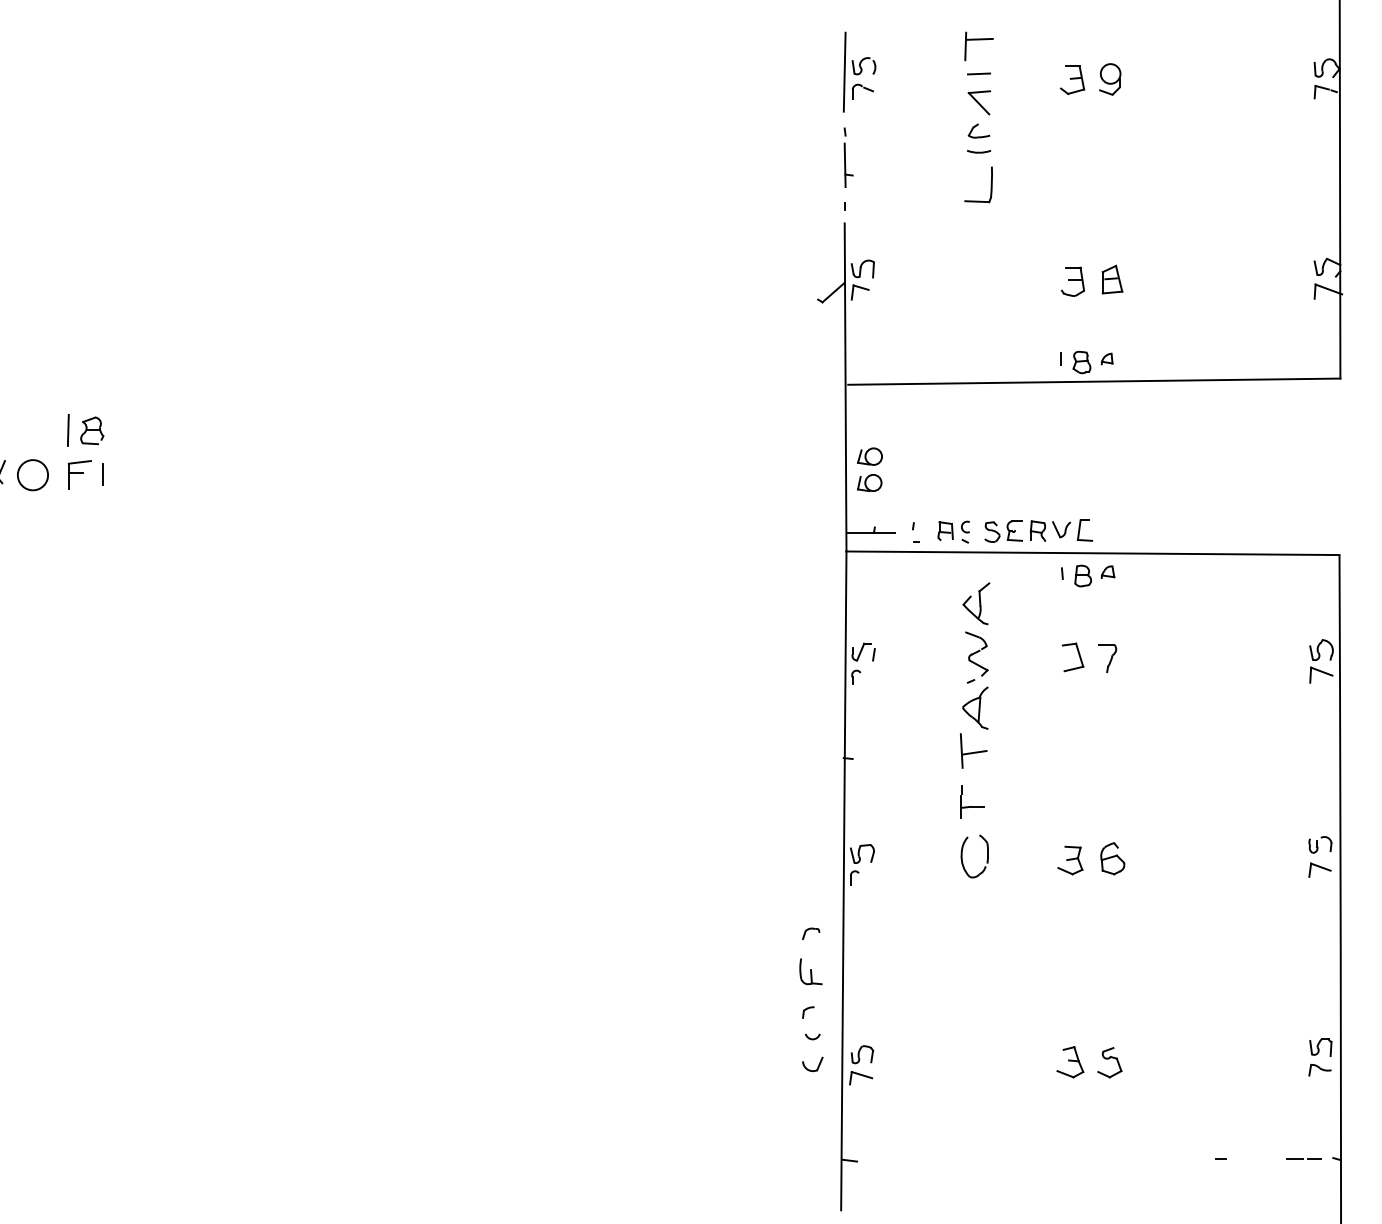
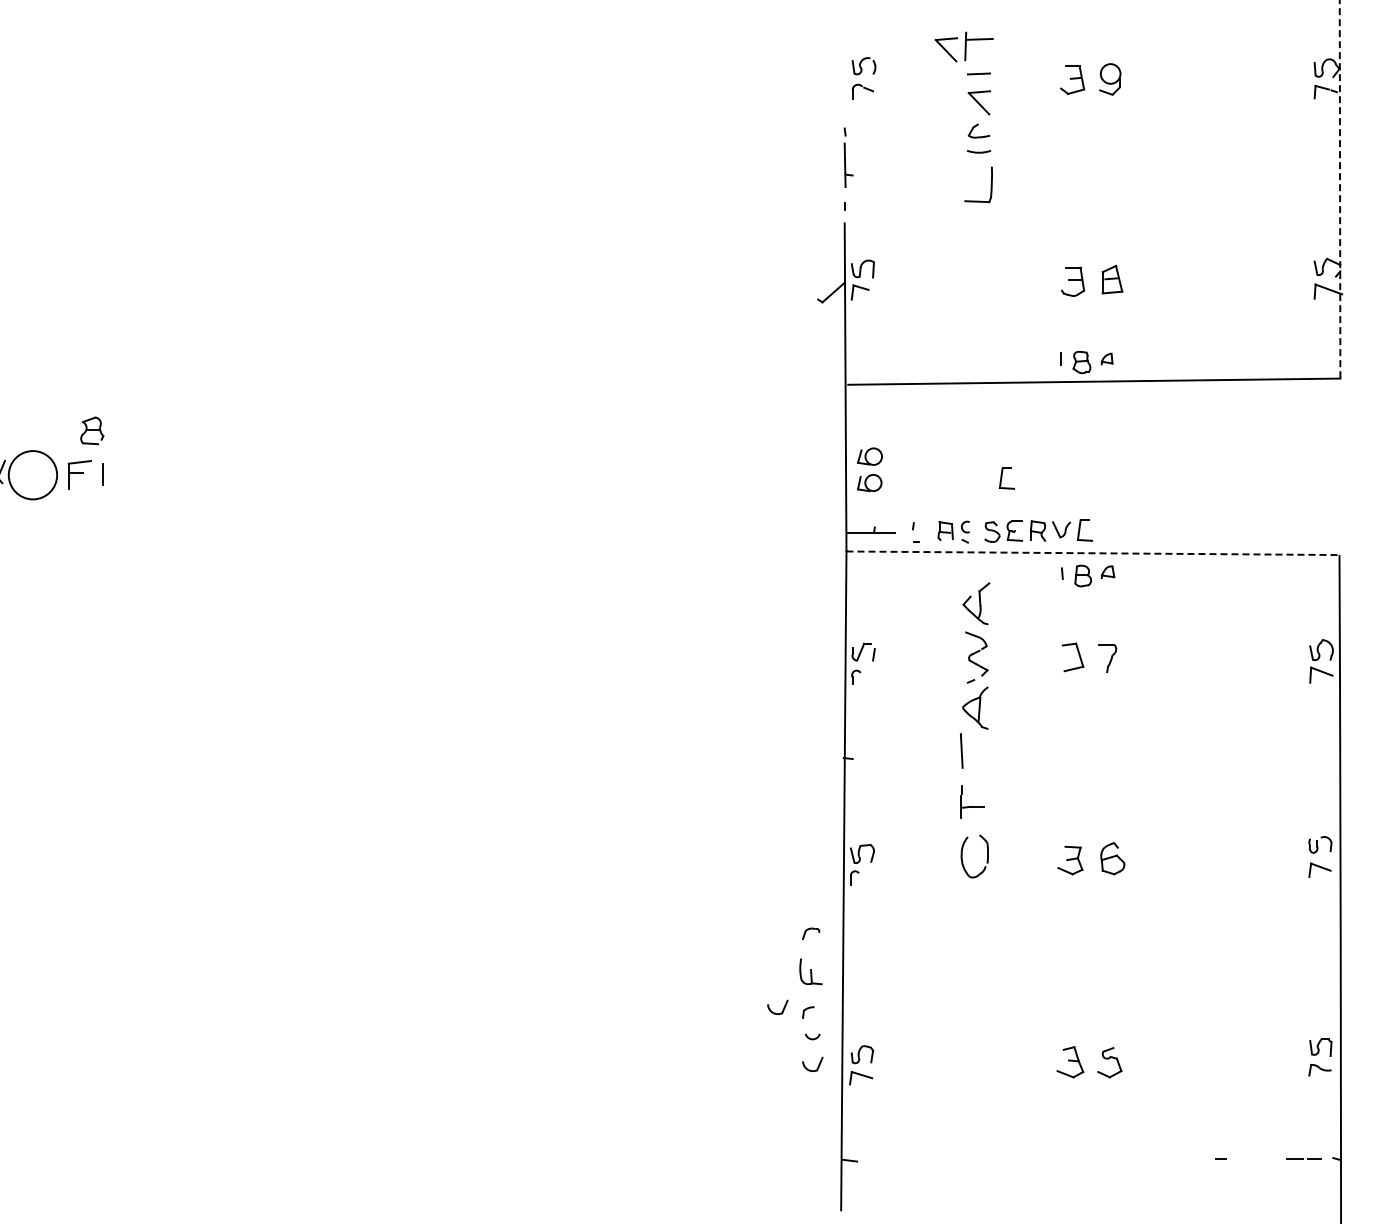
part at (946, 49): none -> present
line at (844, 71): present -> none
line at (1340, 189): solid -> dashed
line at (67, 429): present -> none
circle at (32, 475) diameter: 30 px -> 48 px
part at (1006, 478): none -> present
line at (1092, 553): solid -> dashed
line at (974, 752): present -> none
part at (777, 1007): none -> present
